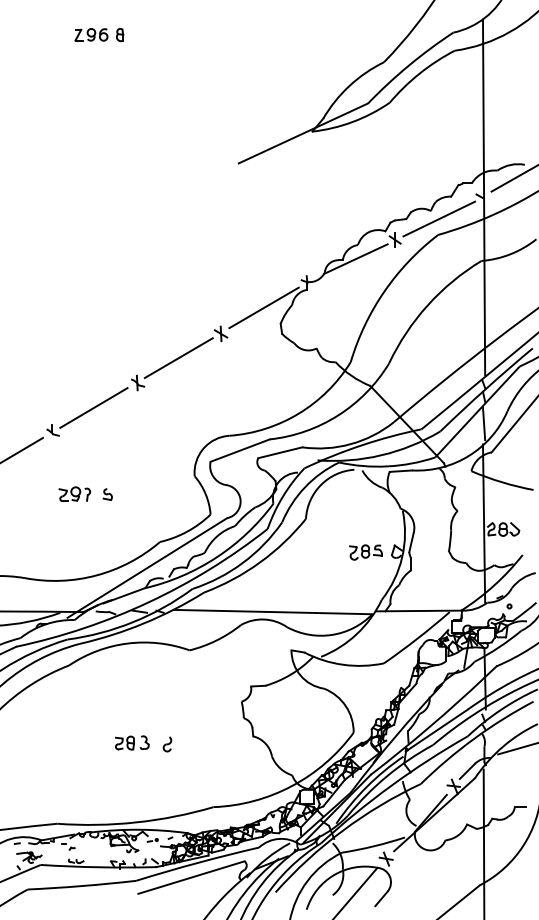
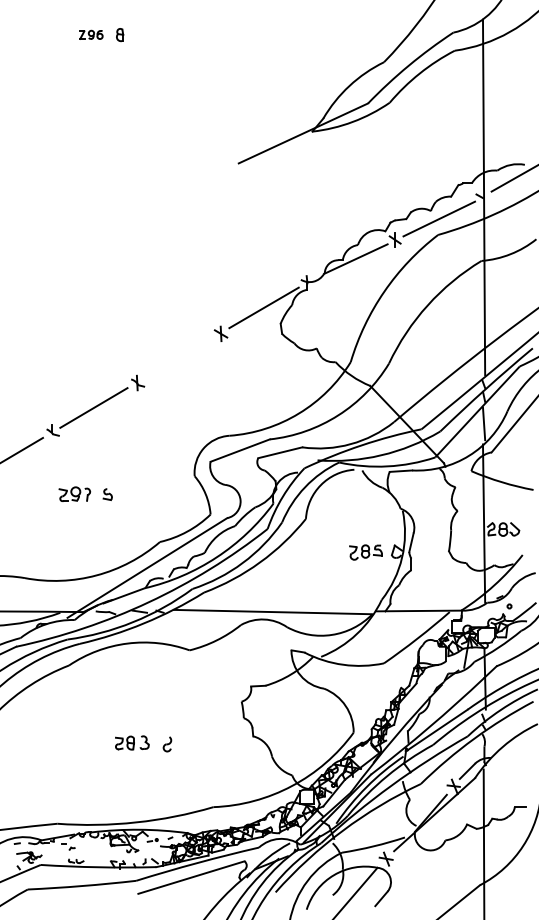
part at (91, 34) size: 35x14 px -> 25x11 px
line at (178, 357): present -> none
line at (516, 748): present -> none
